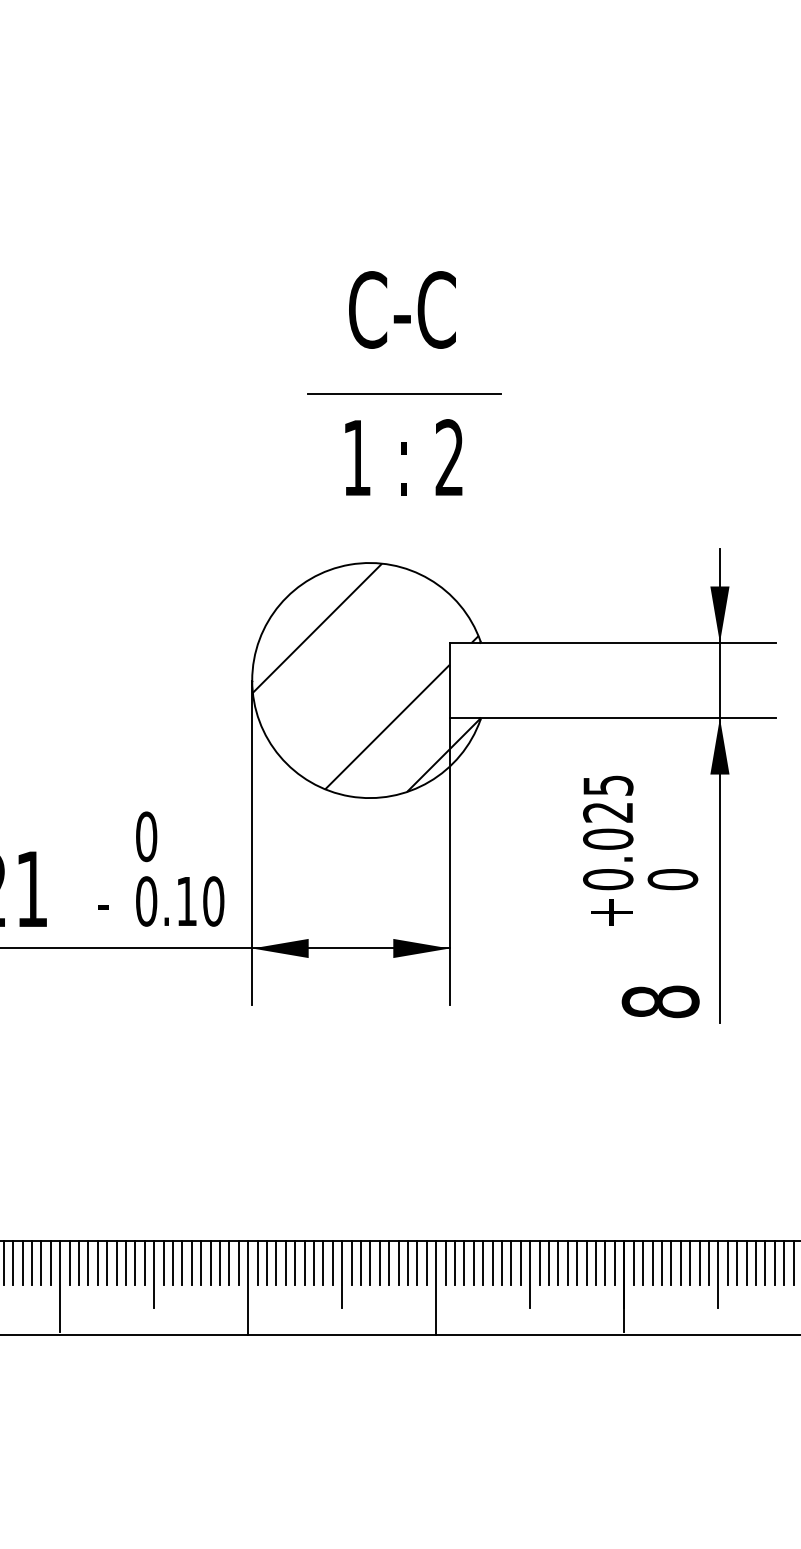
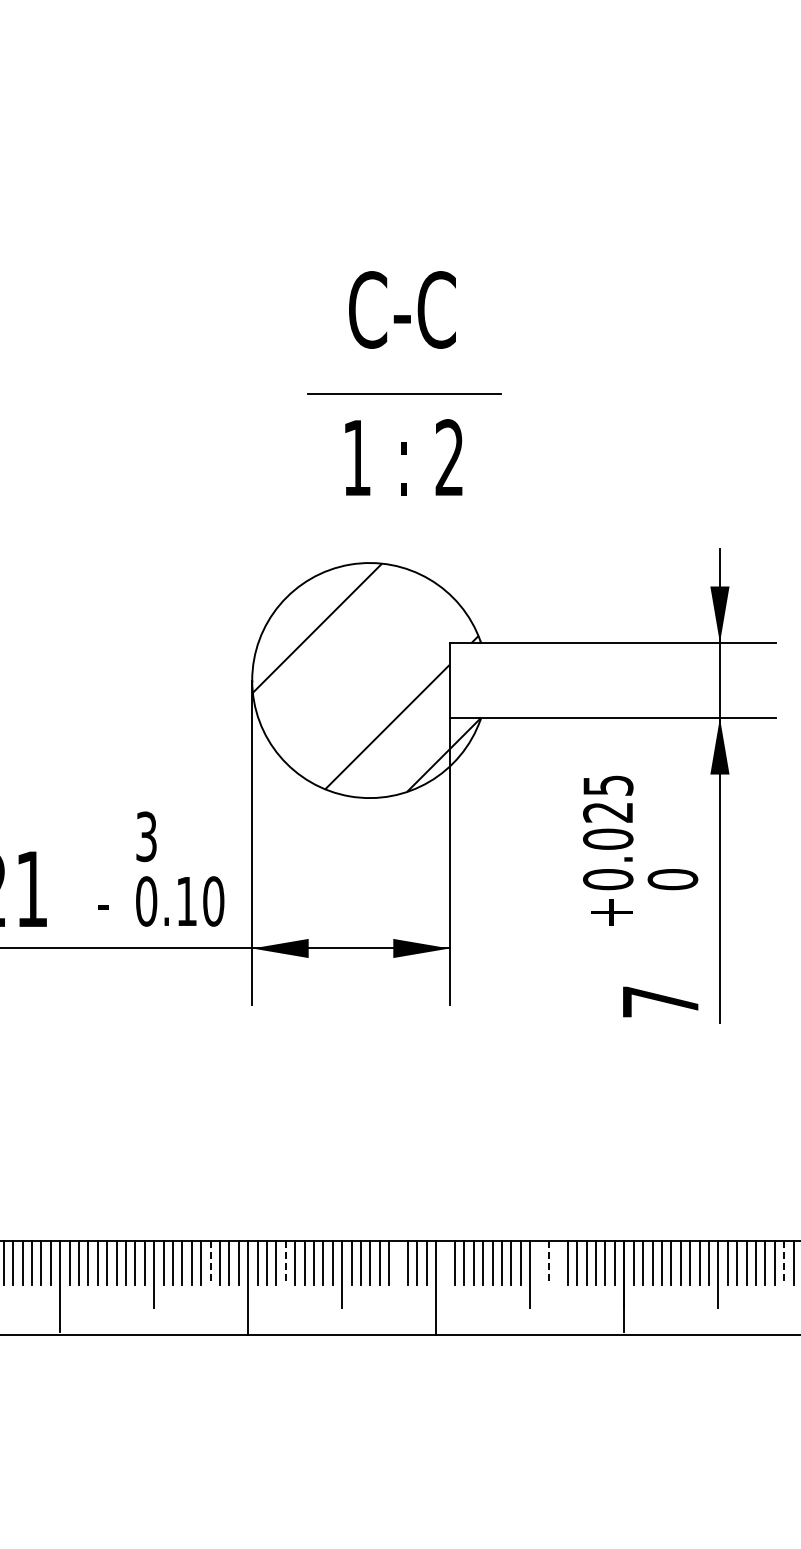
text at (146, 836): 0 -> 3
text at (660, 1001): 8 -> 7
line at (398, 1262): present -> none
line at (445, 1262): present -> none
line at (539, 1262): present -> none
line at (558, 1262): present -> none
line at (210, 1263): solid -> dashed
line at (285, 1263): solid -> dashed
line at (549, 1263): solid -> dashed
line at (784, 1263): solid -> dashed
